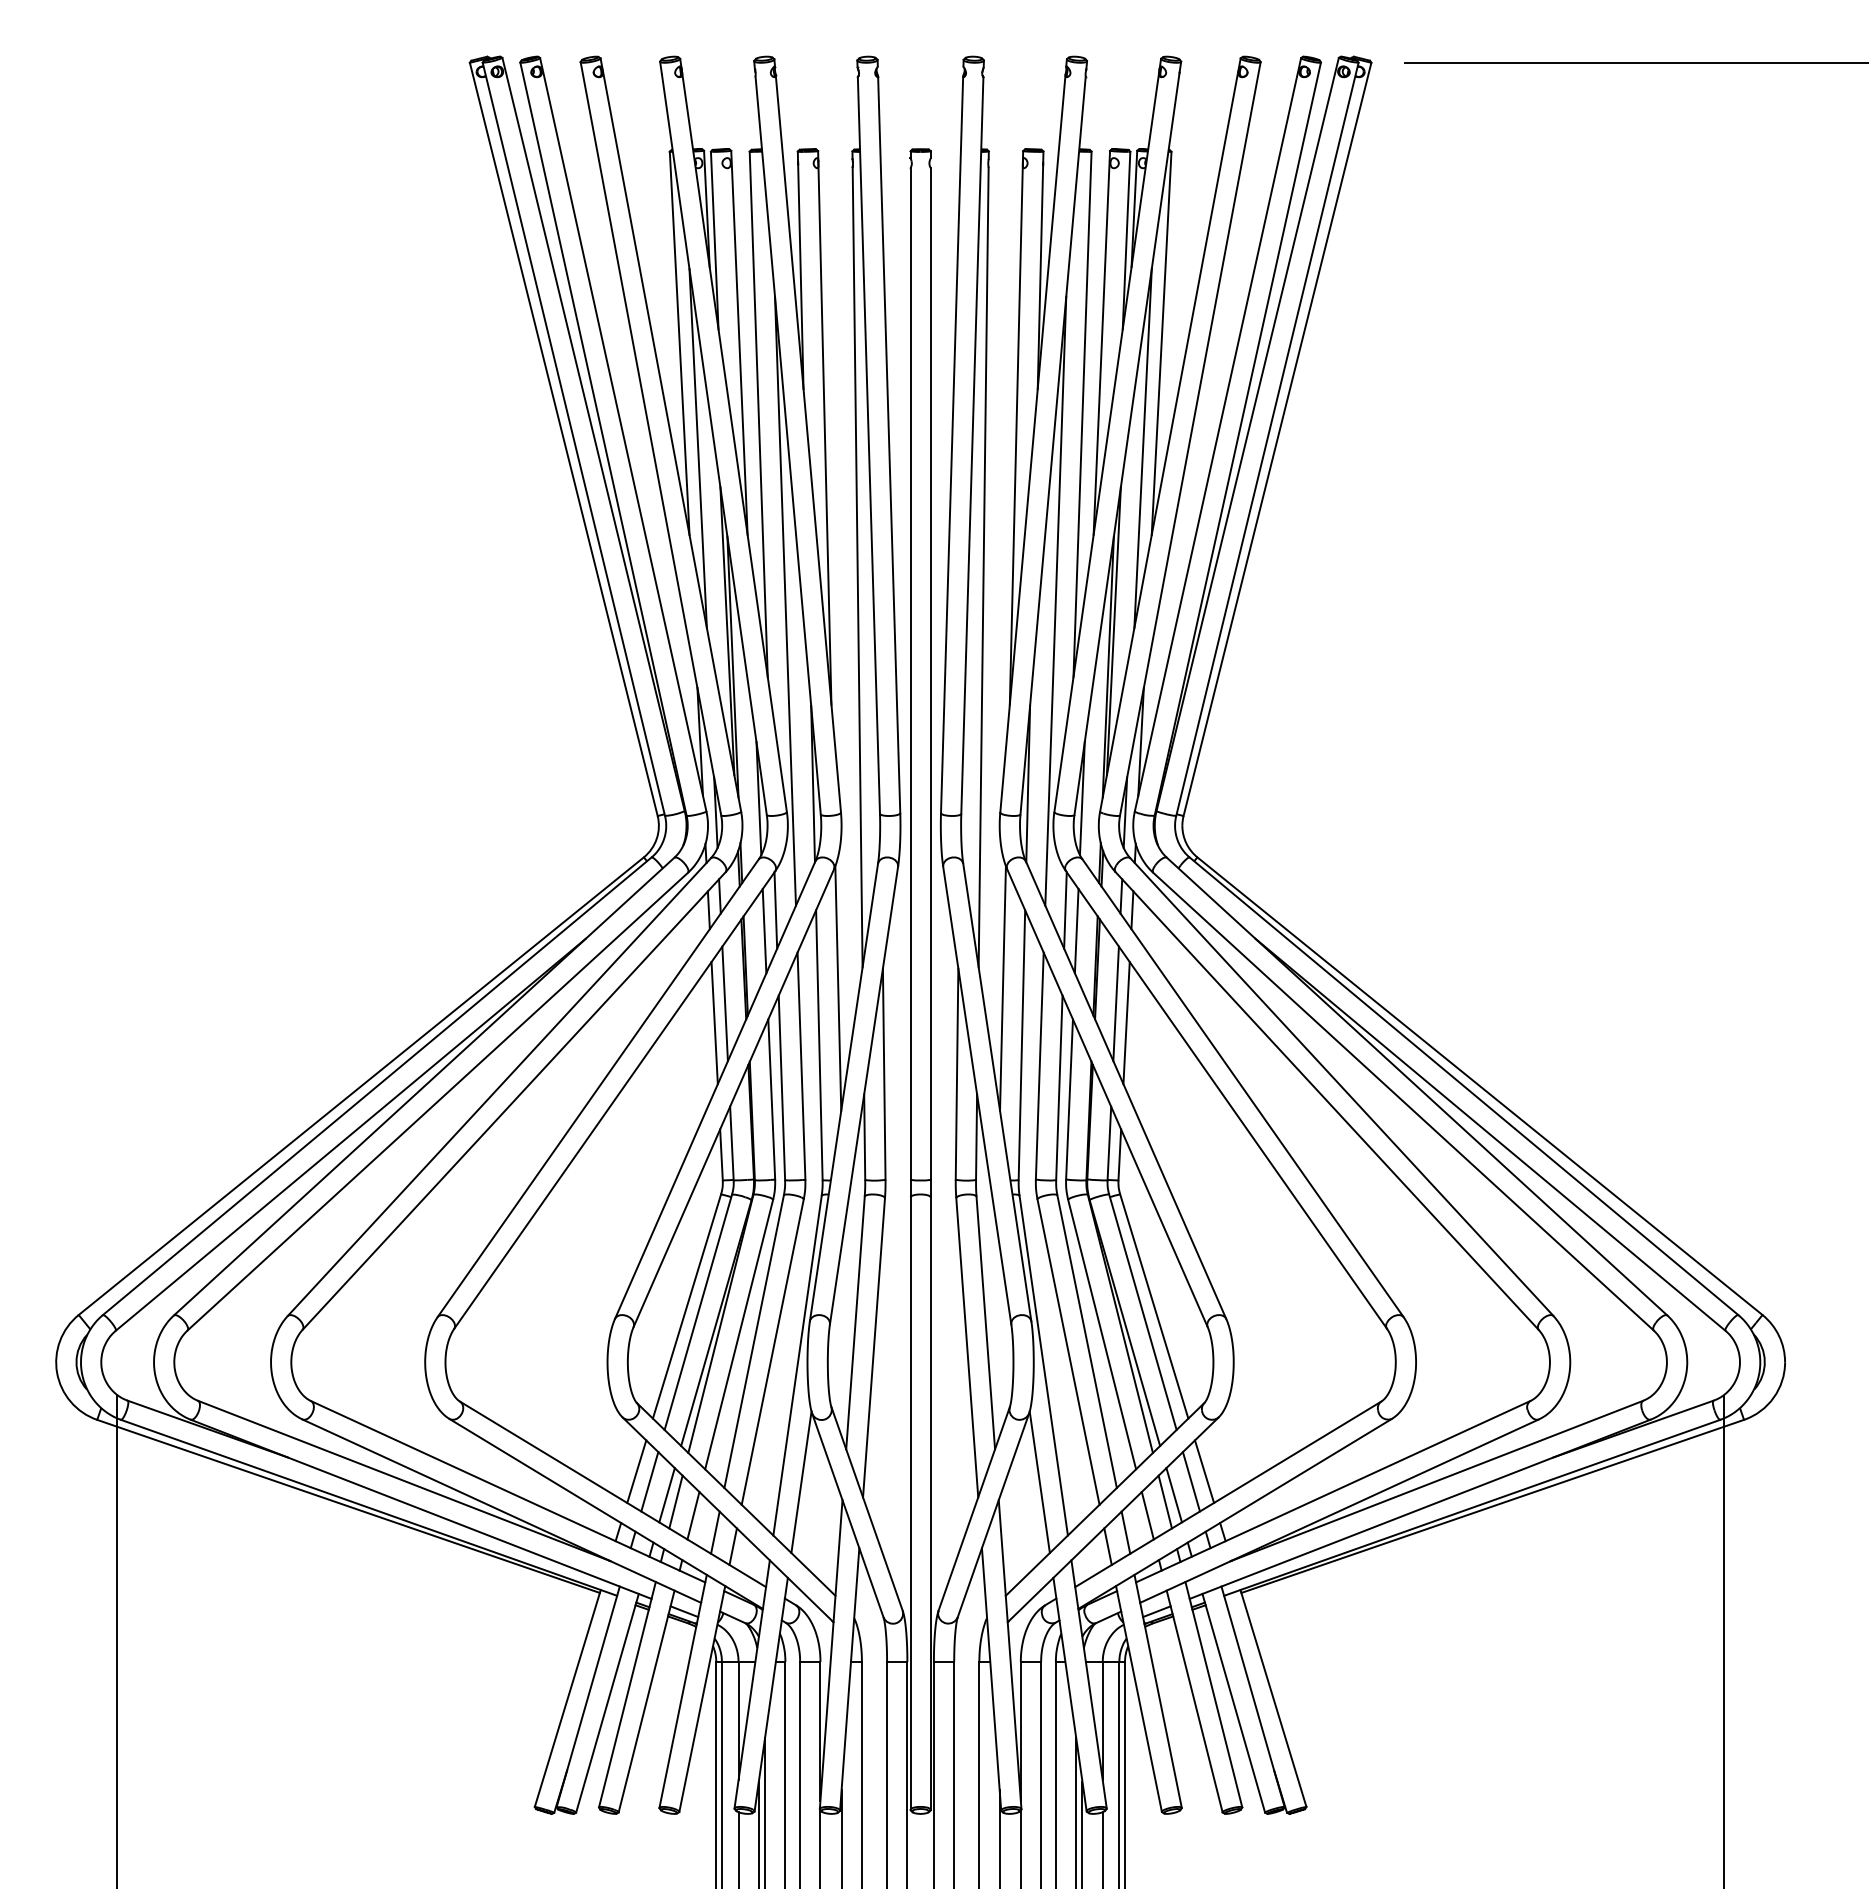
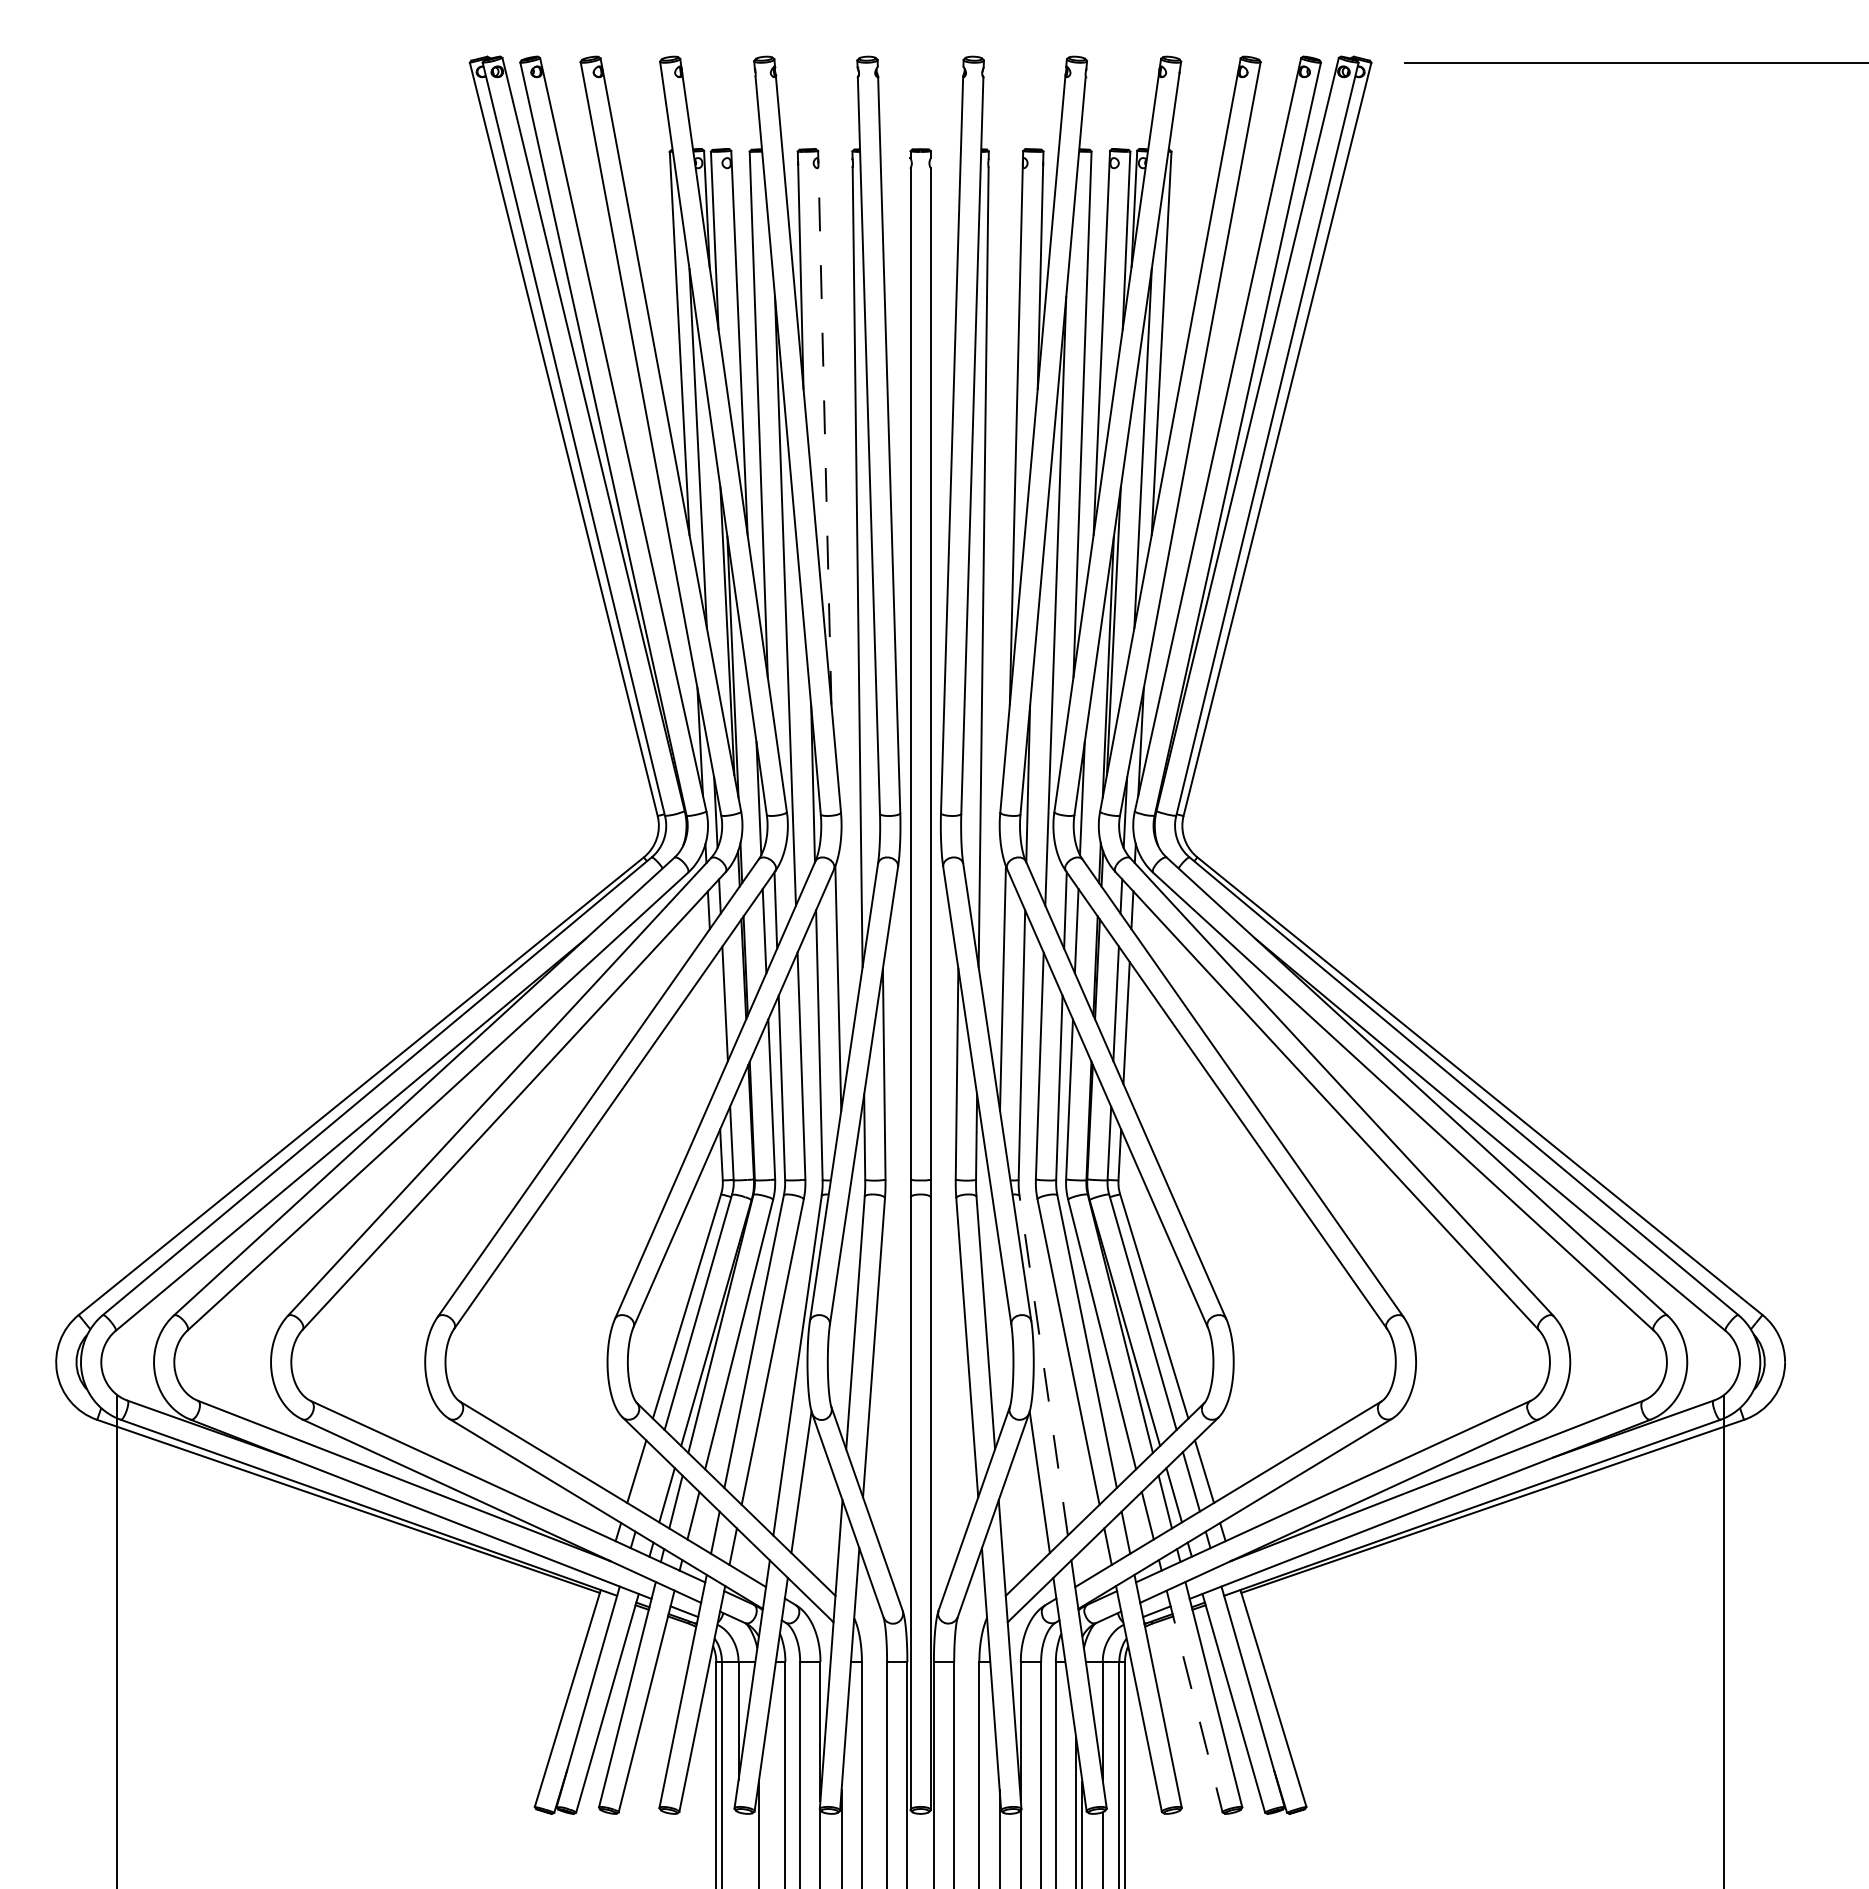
line at (824, 432): solid -> dashed
line at (714, 1023): present -> none
line at (1043, 1365): solid -> dashed
line at (649, 1481): present -> none
line at (1194, 1701): solid -> dashed
line at (765, 1811): present -> none
line at (738, 1848): present -> none
